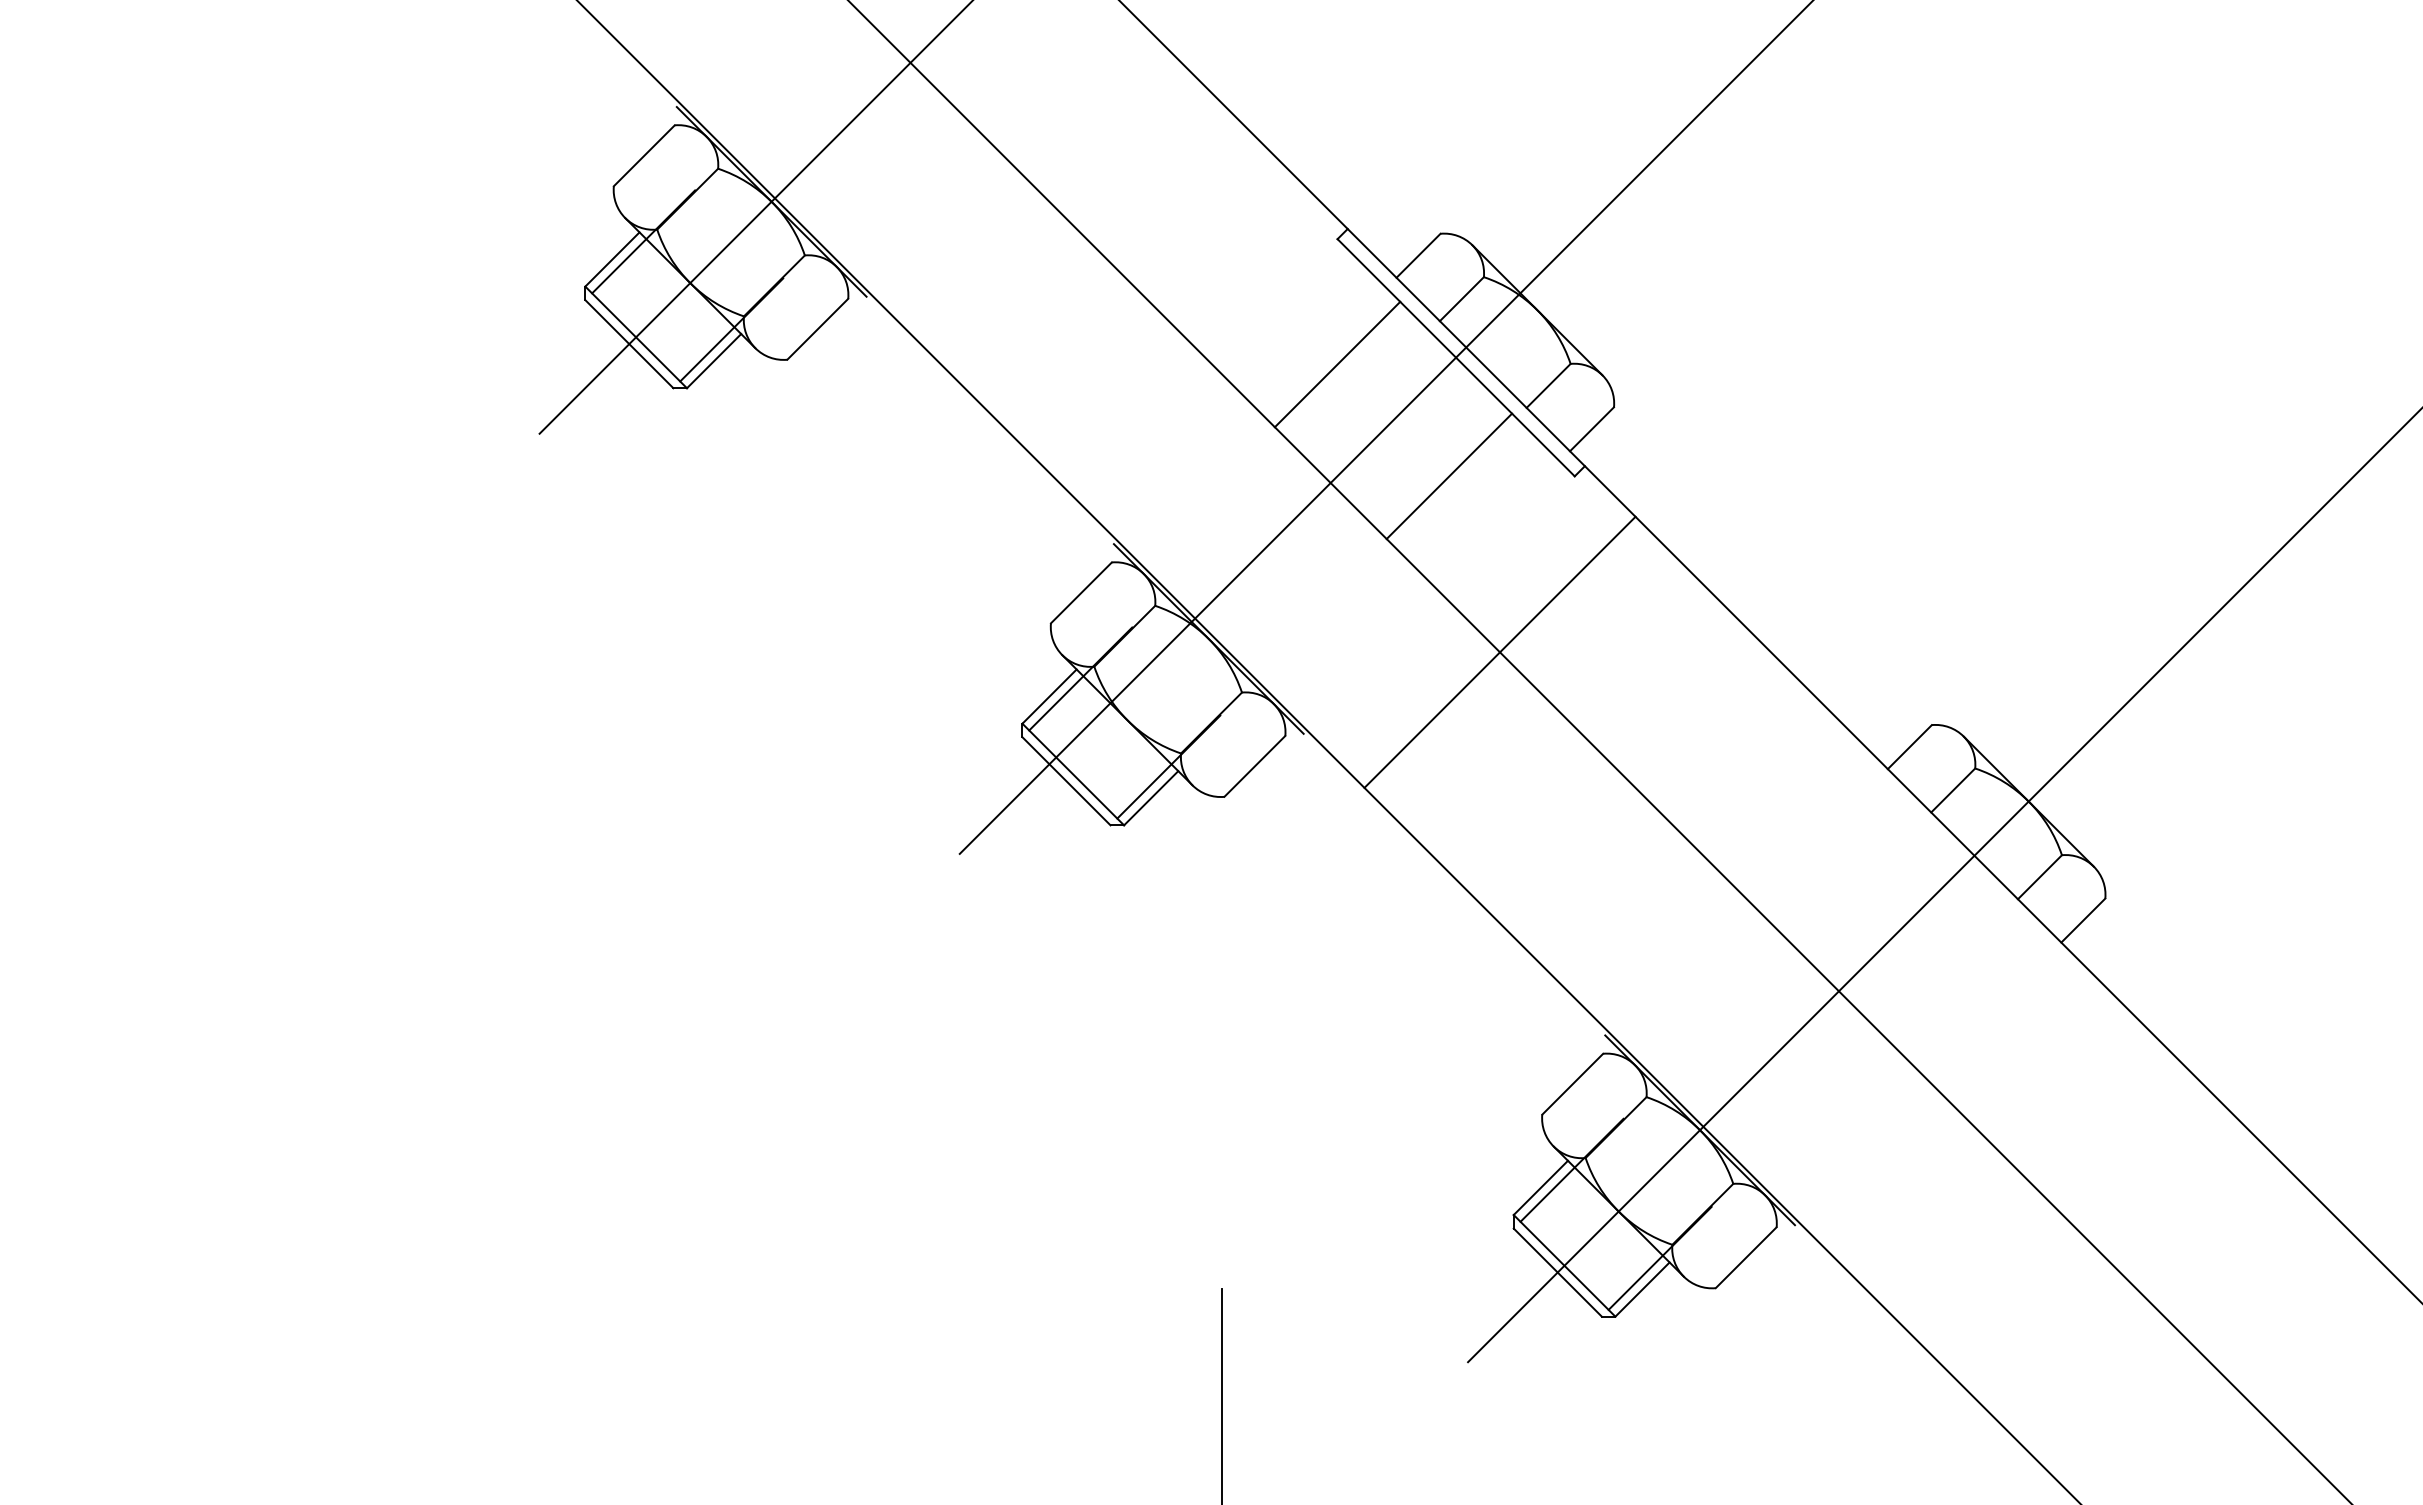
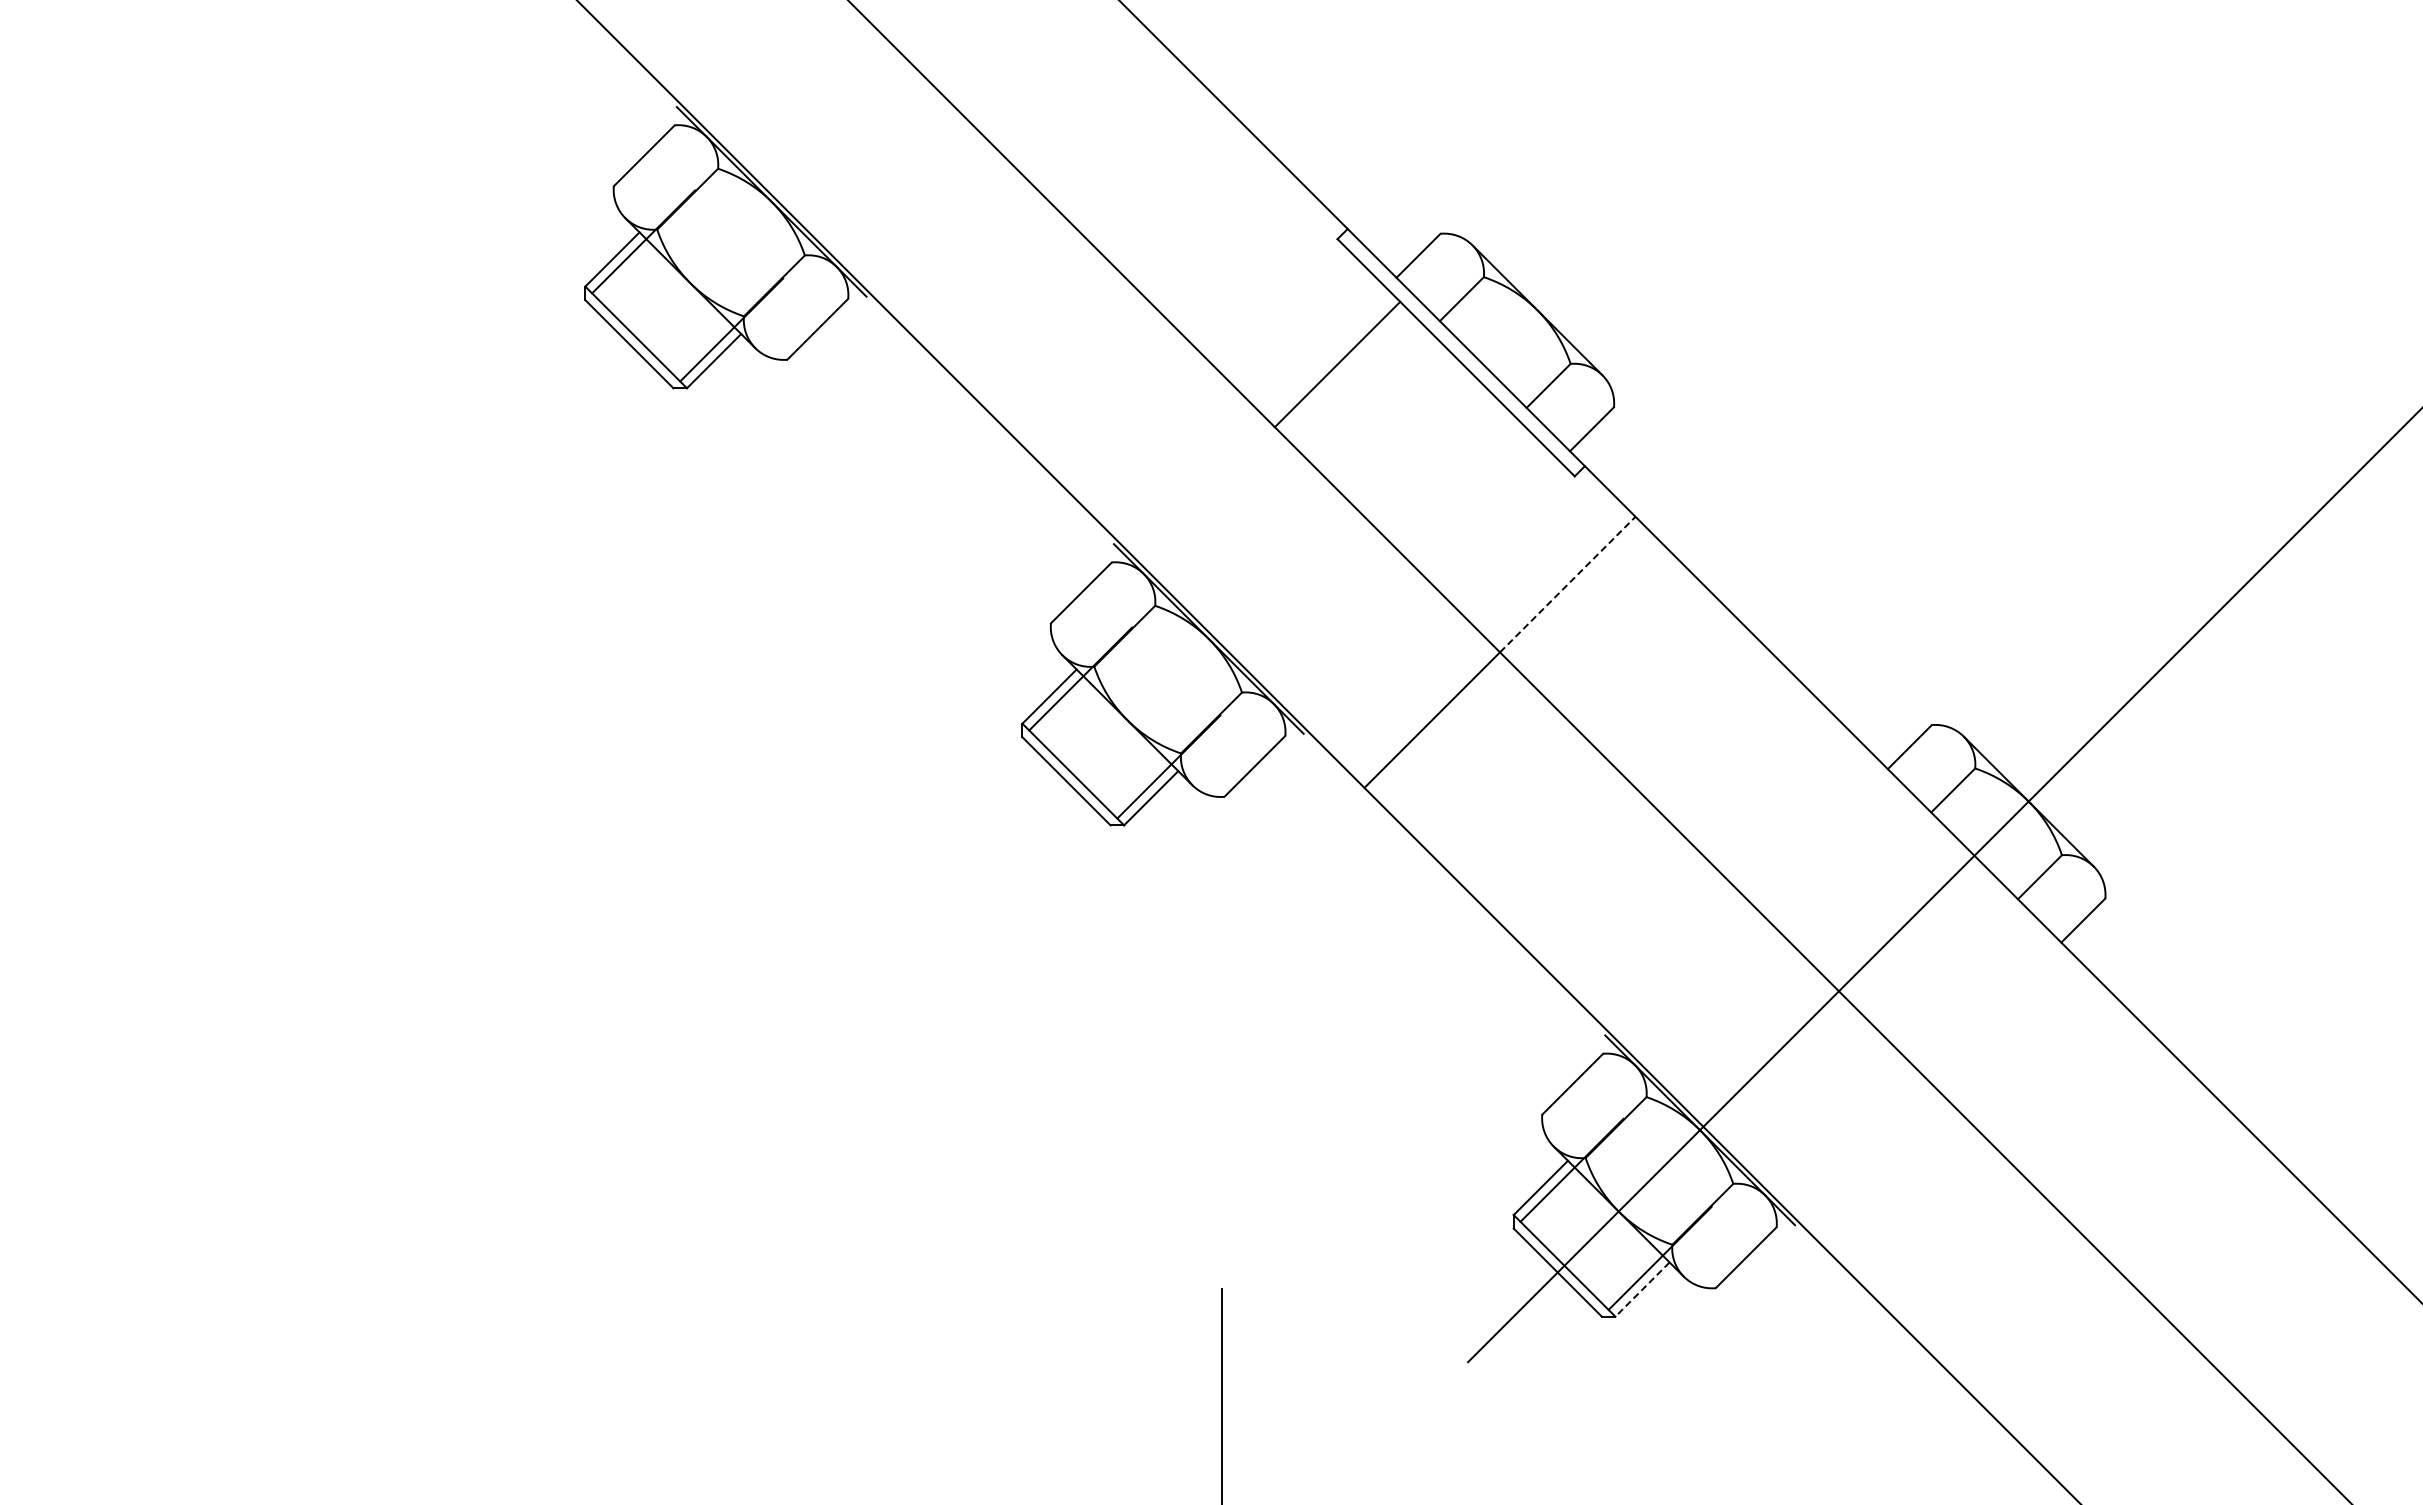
line at (755, 217): present -> none
line at (1385, 427): present -> none
line at (1449, 476): present -> none
line at (1567, 584): solid -> dashed
line at (1642, 1289): solid -> dashed
